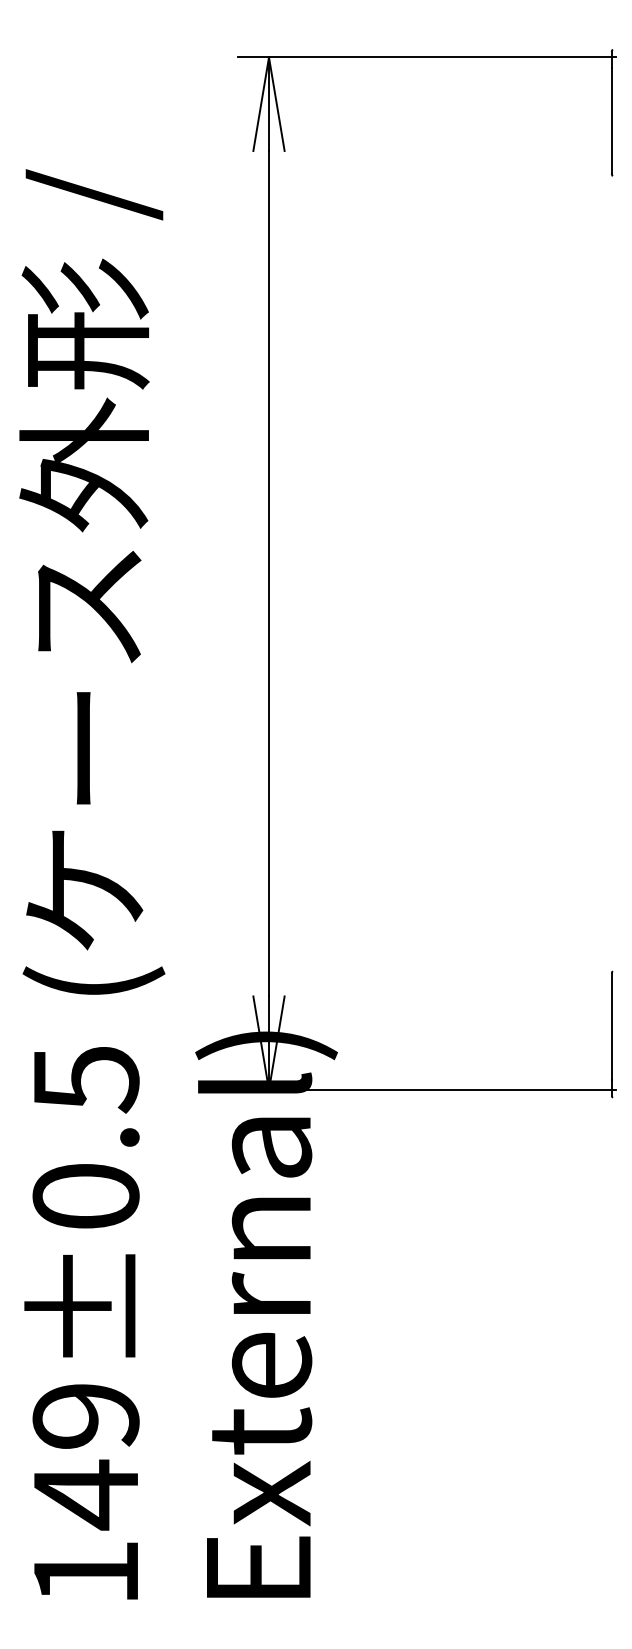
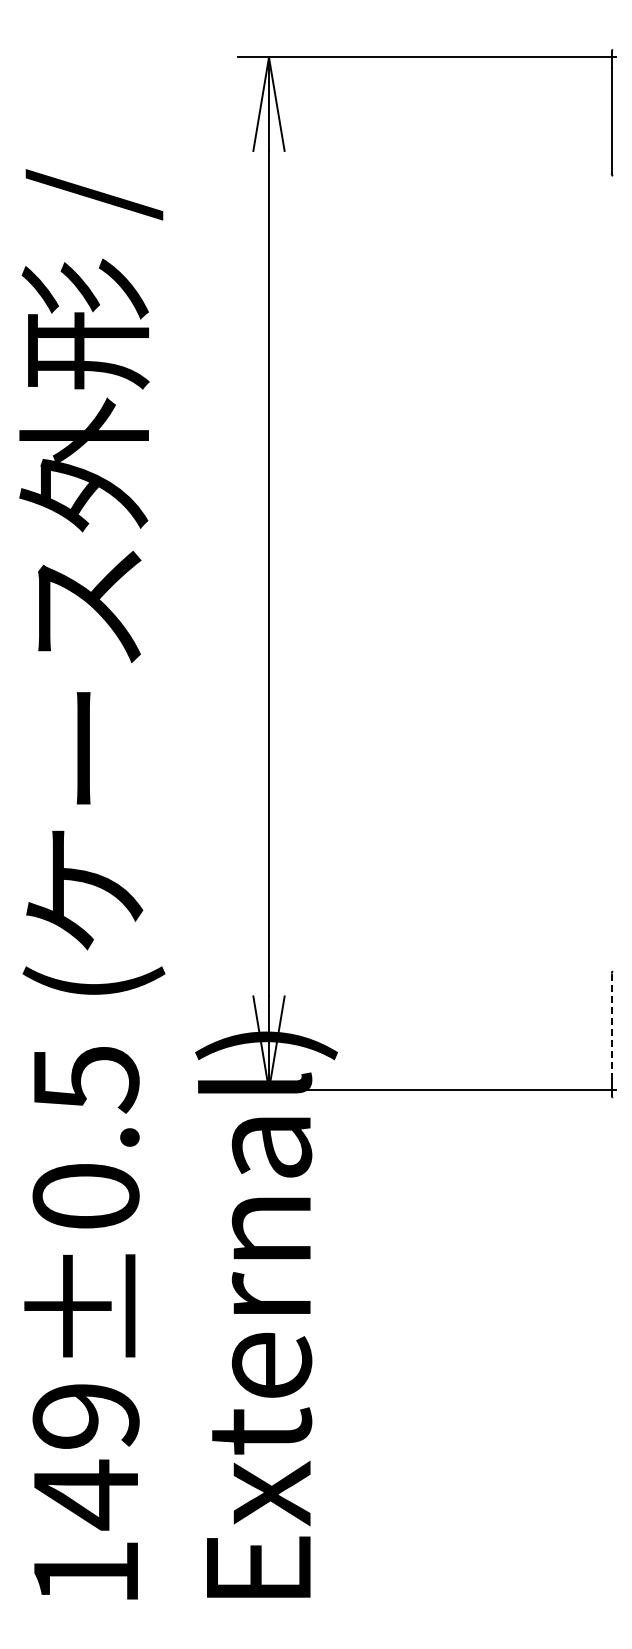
line at (611, 1026): solid -> dashed
